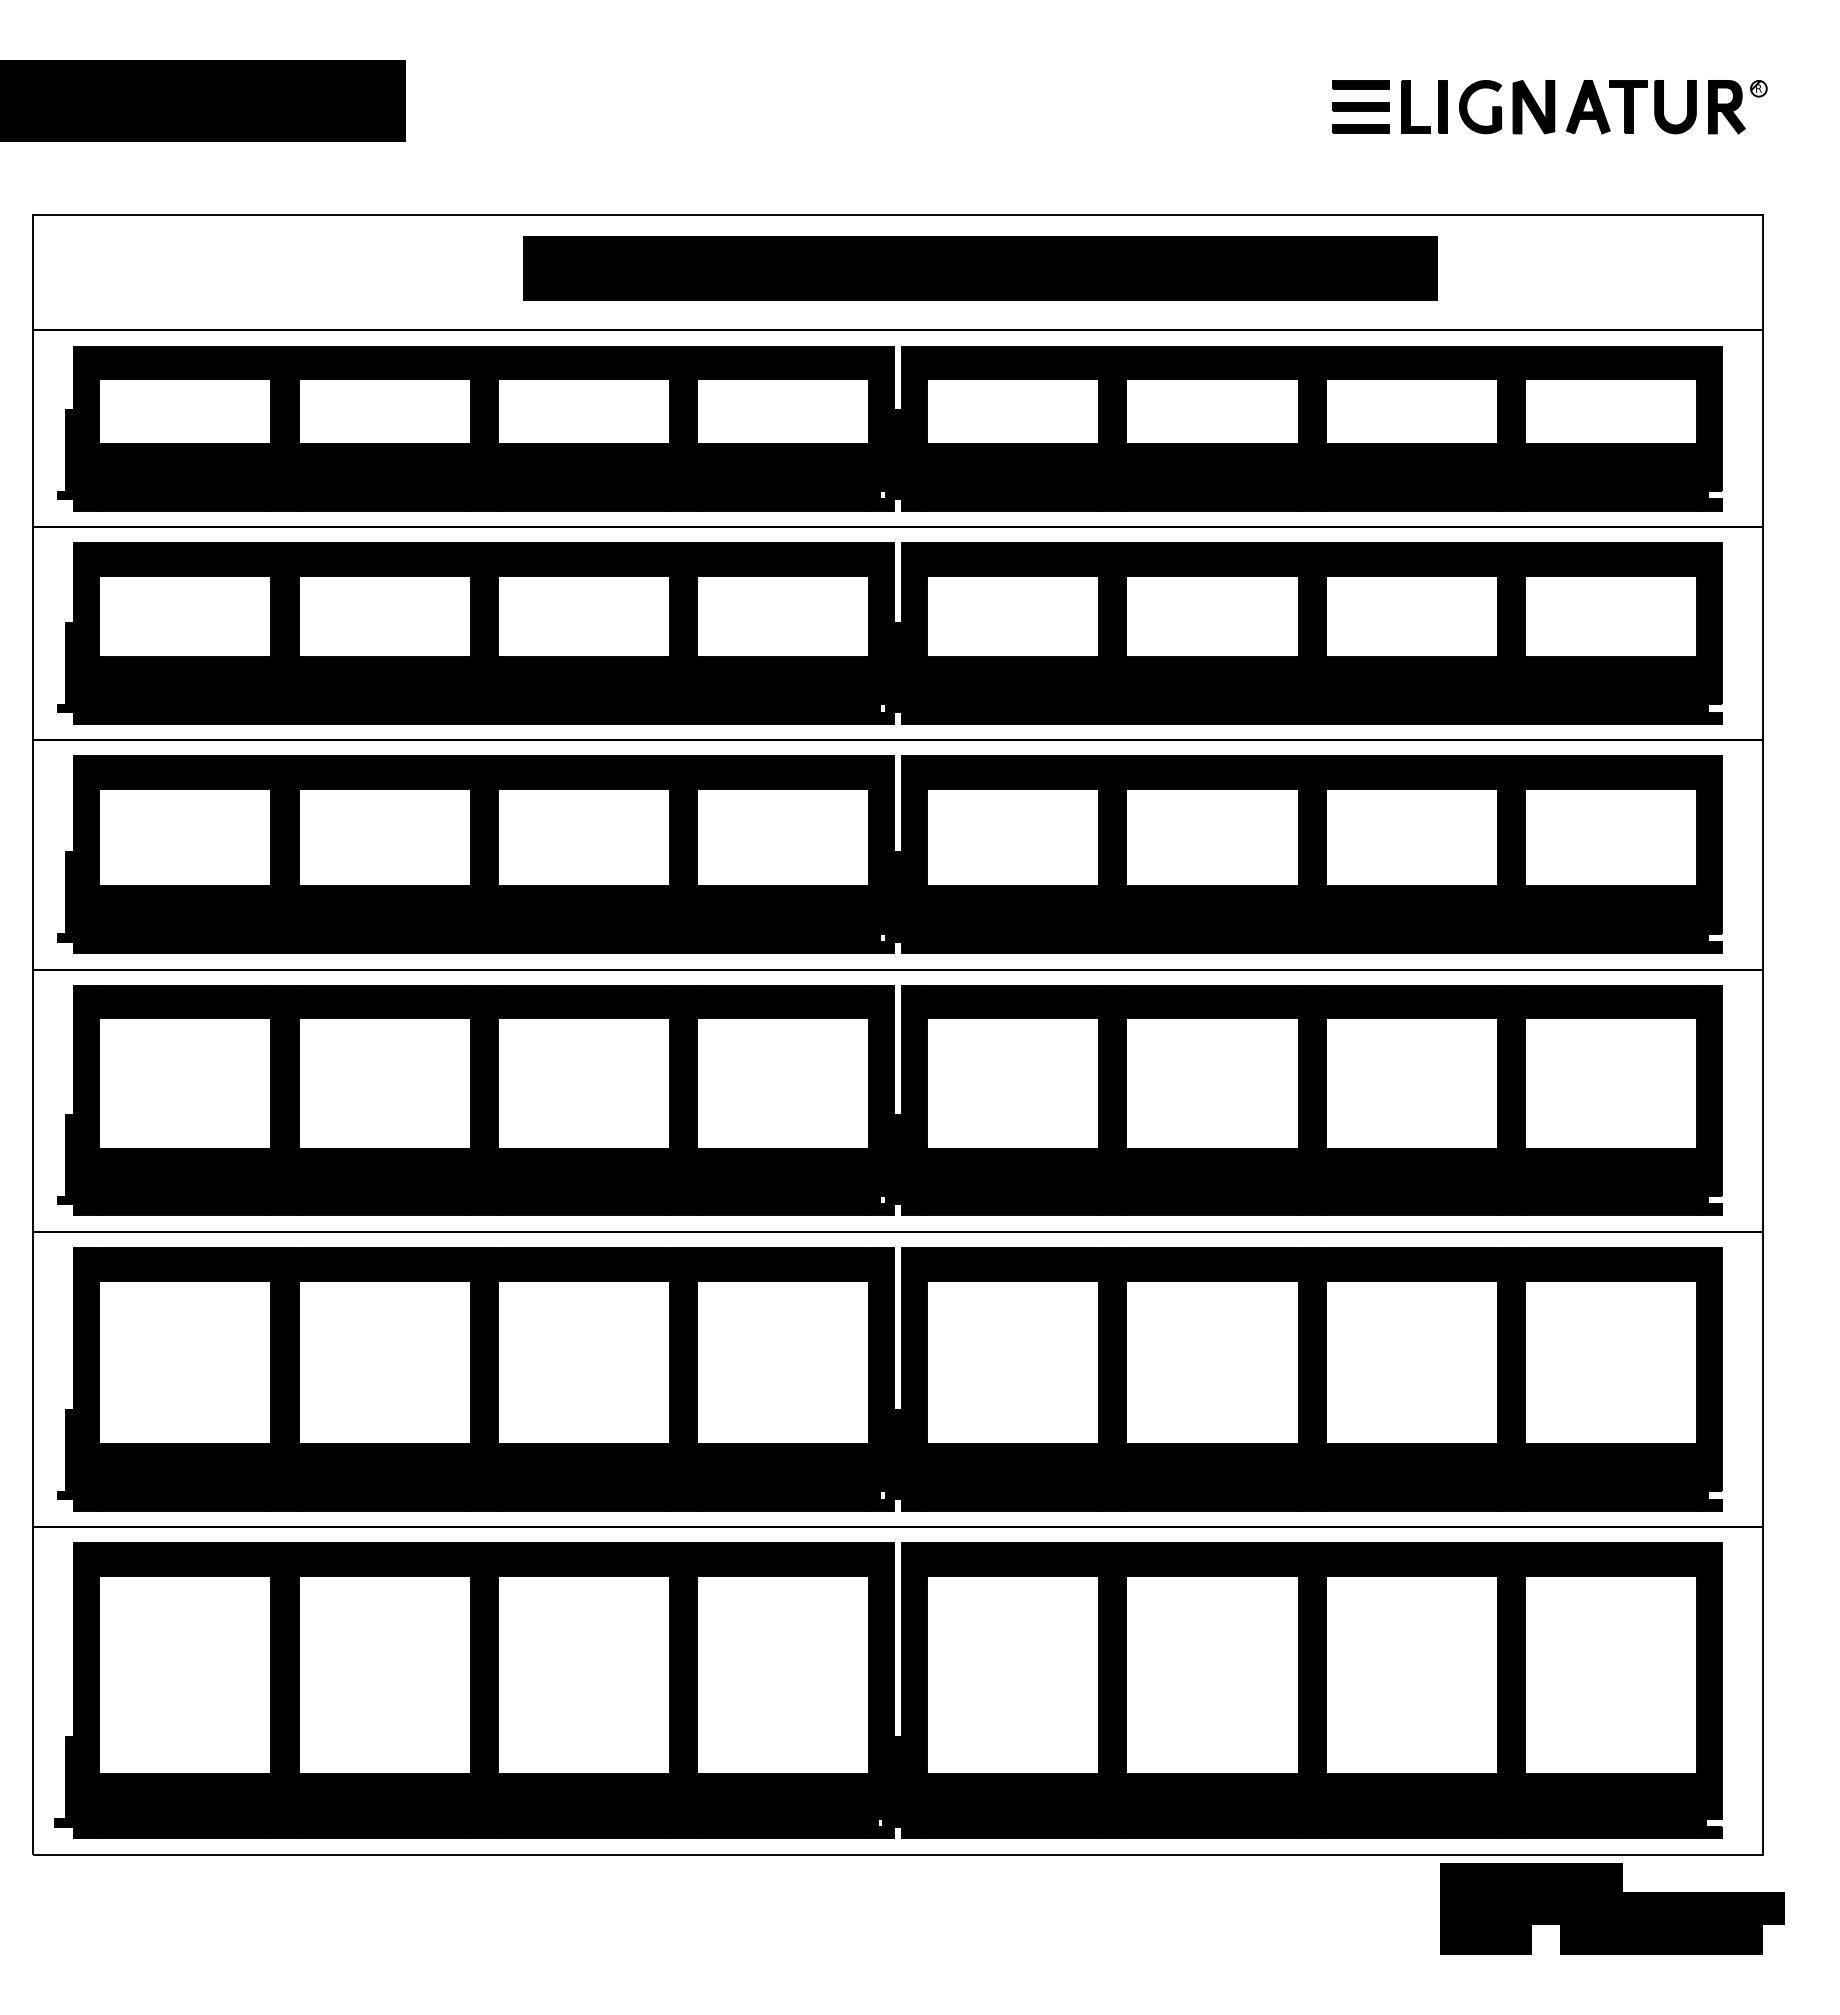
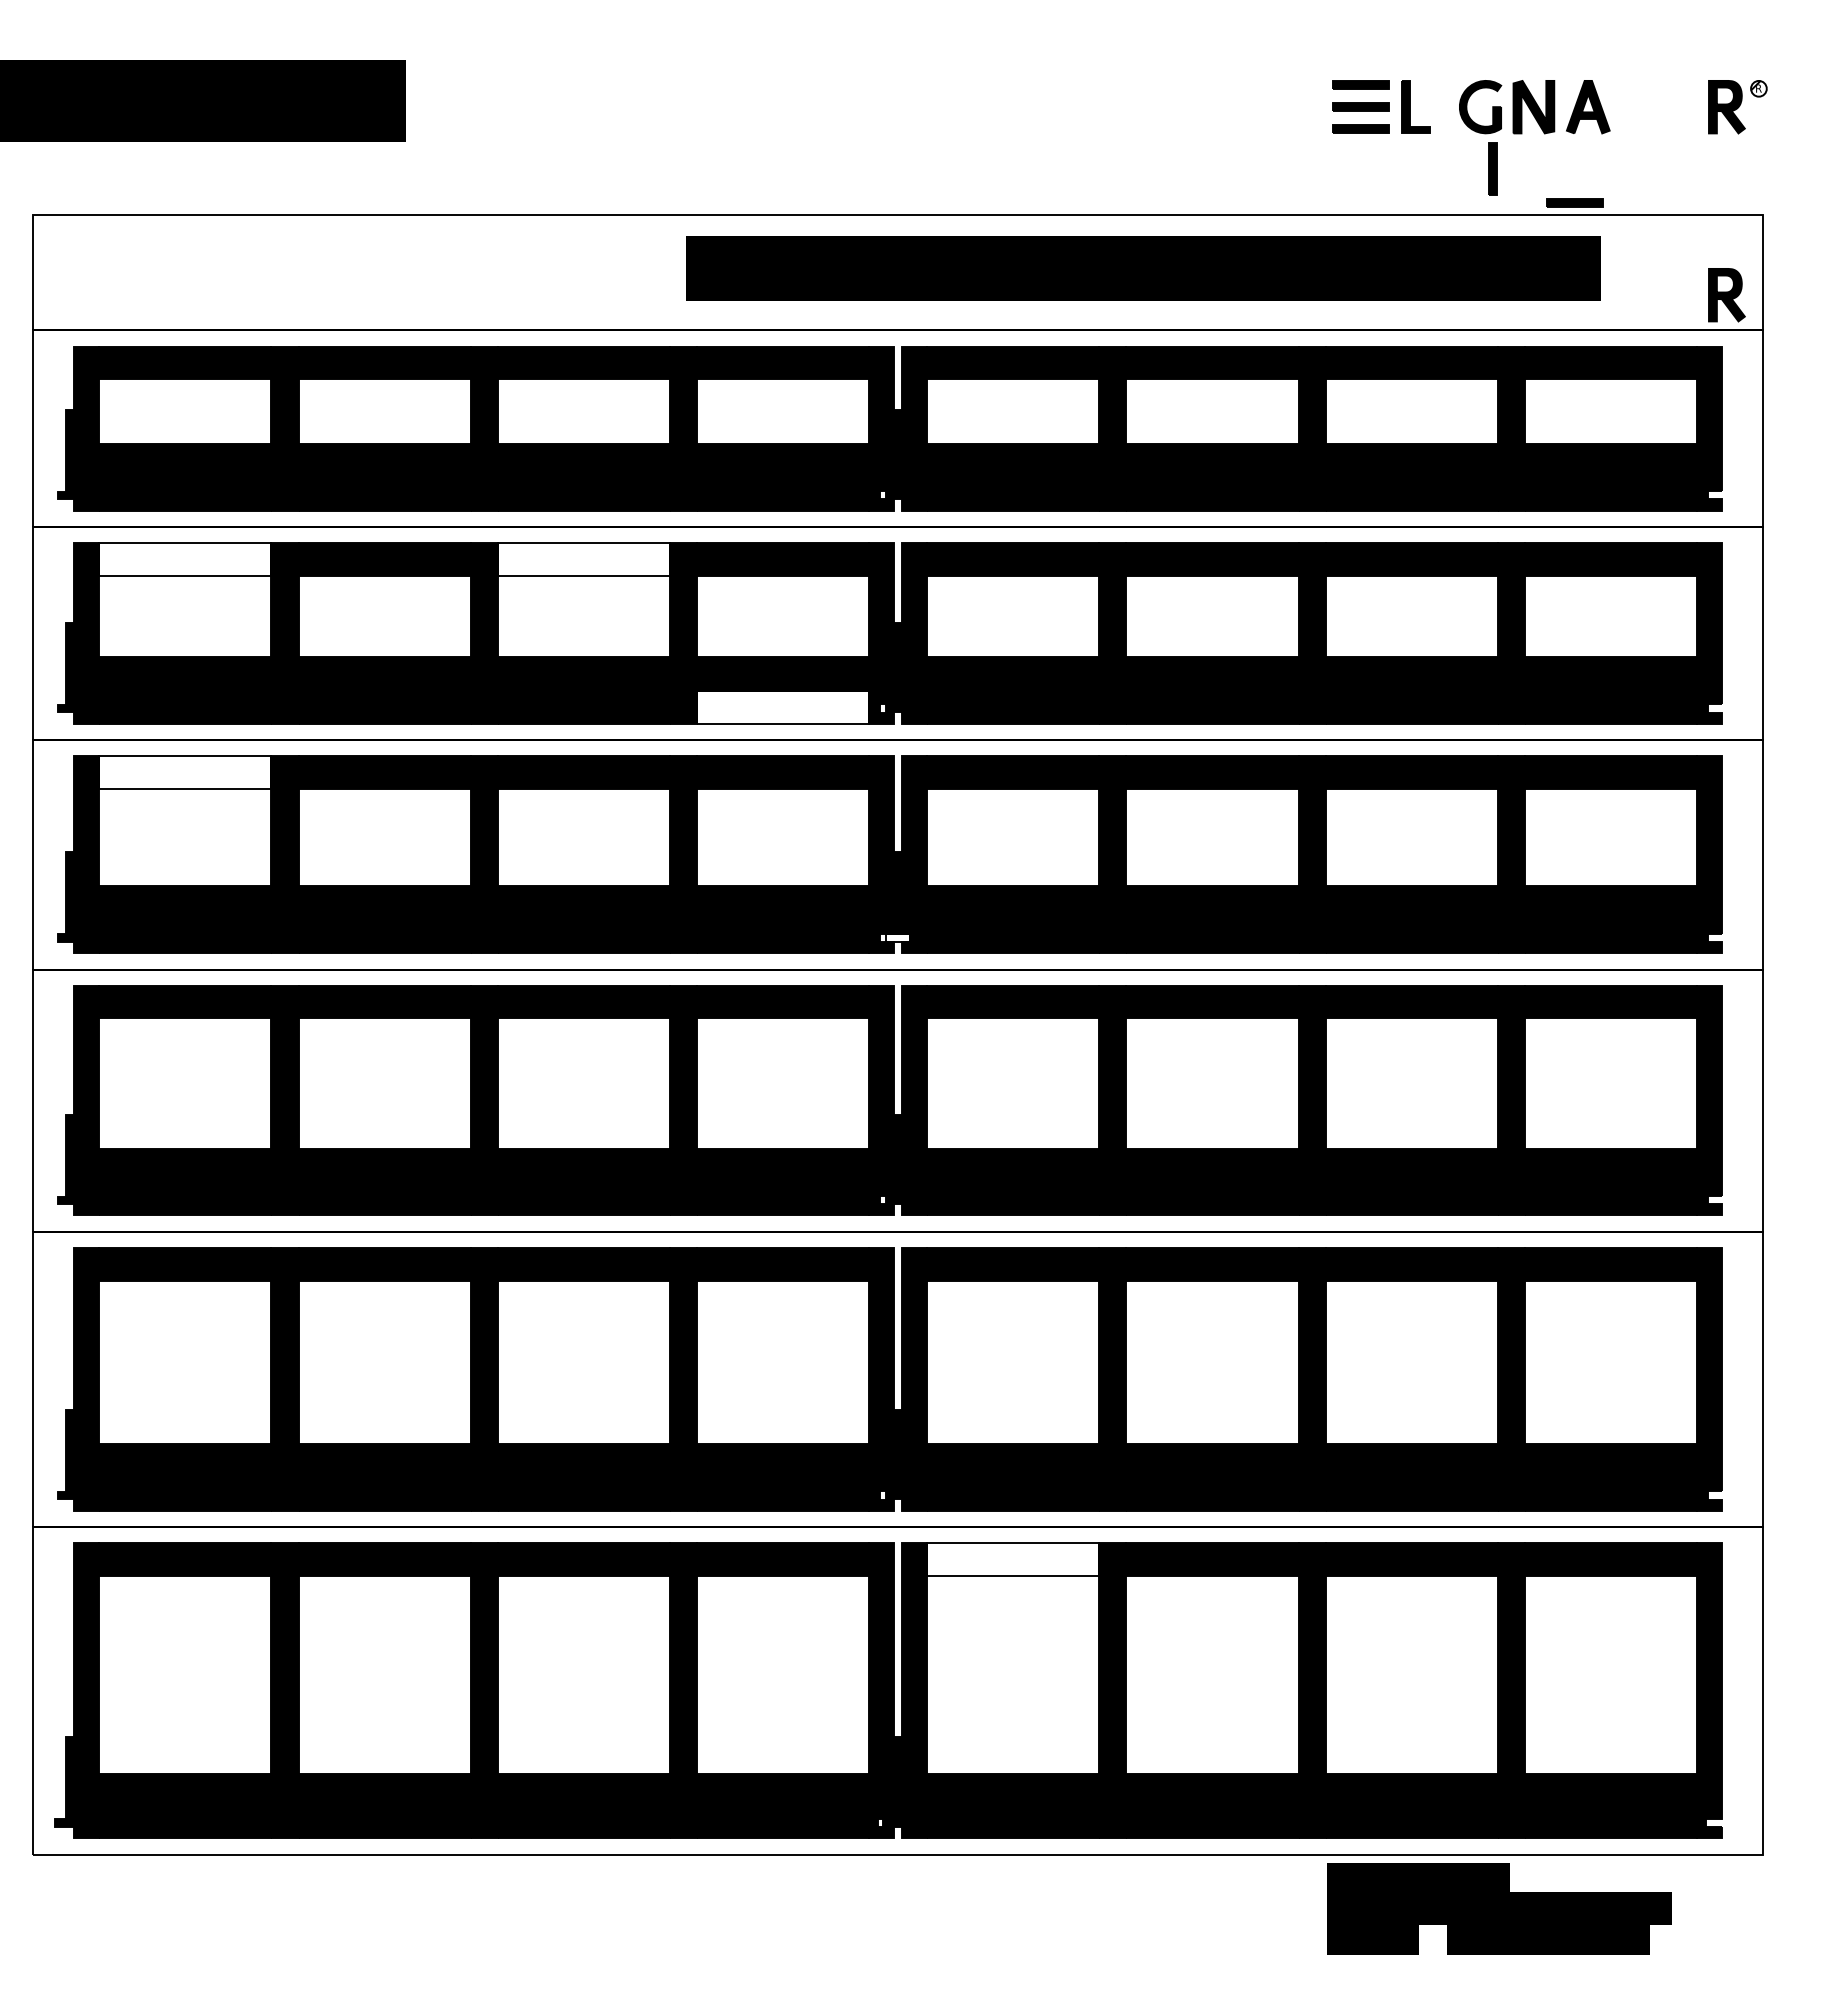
part at (1442, 106) position: (1442, 106) -> (1492, 168)
part at (1652, 107): present -> none
part at (1574, 202): none -> present
text at (980, 268) position: (980, 268) -> (1143, 268)
part at (1726, 295): none -> present
fill at (185, 559): present -> none
fill at (583, 559): present -> none
fill at (782, 707): present -> none
fill at (185, 772): present -> none
fill at (897, 937): present -> none
fill at (1013, 1559): present -> none
text at (1612, 1908) position: (1612, 1908) -> (1499, 1908)
